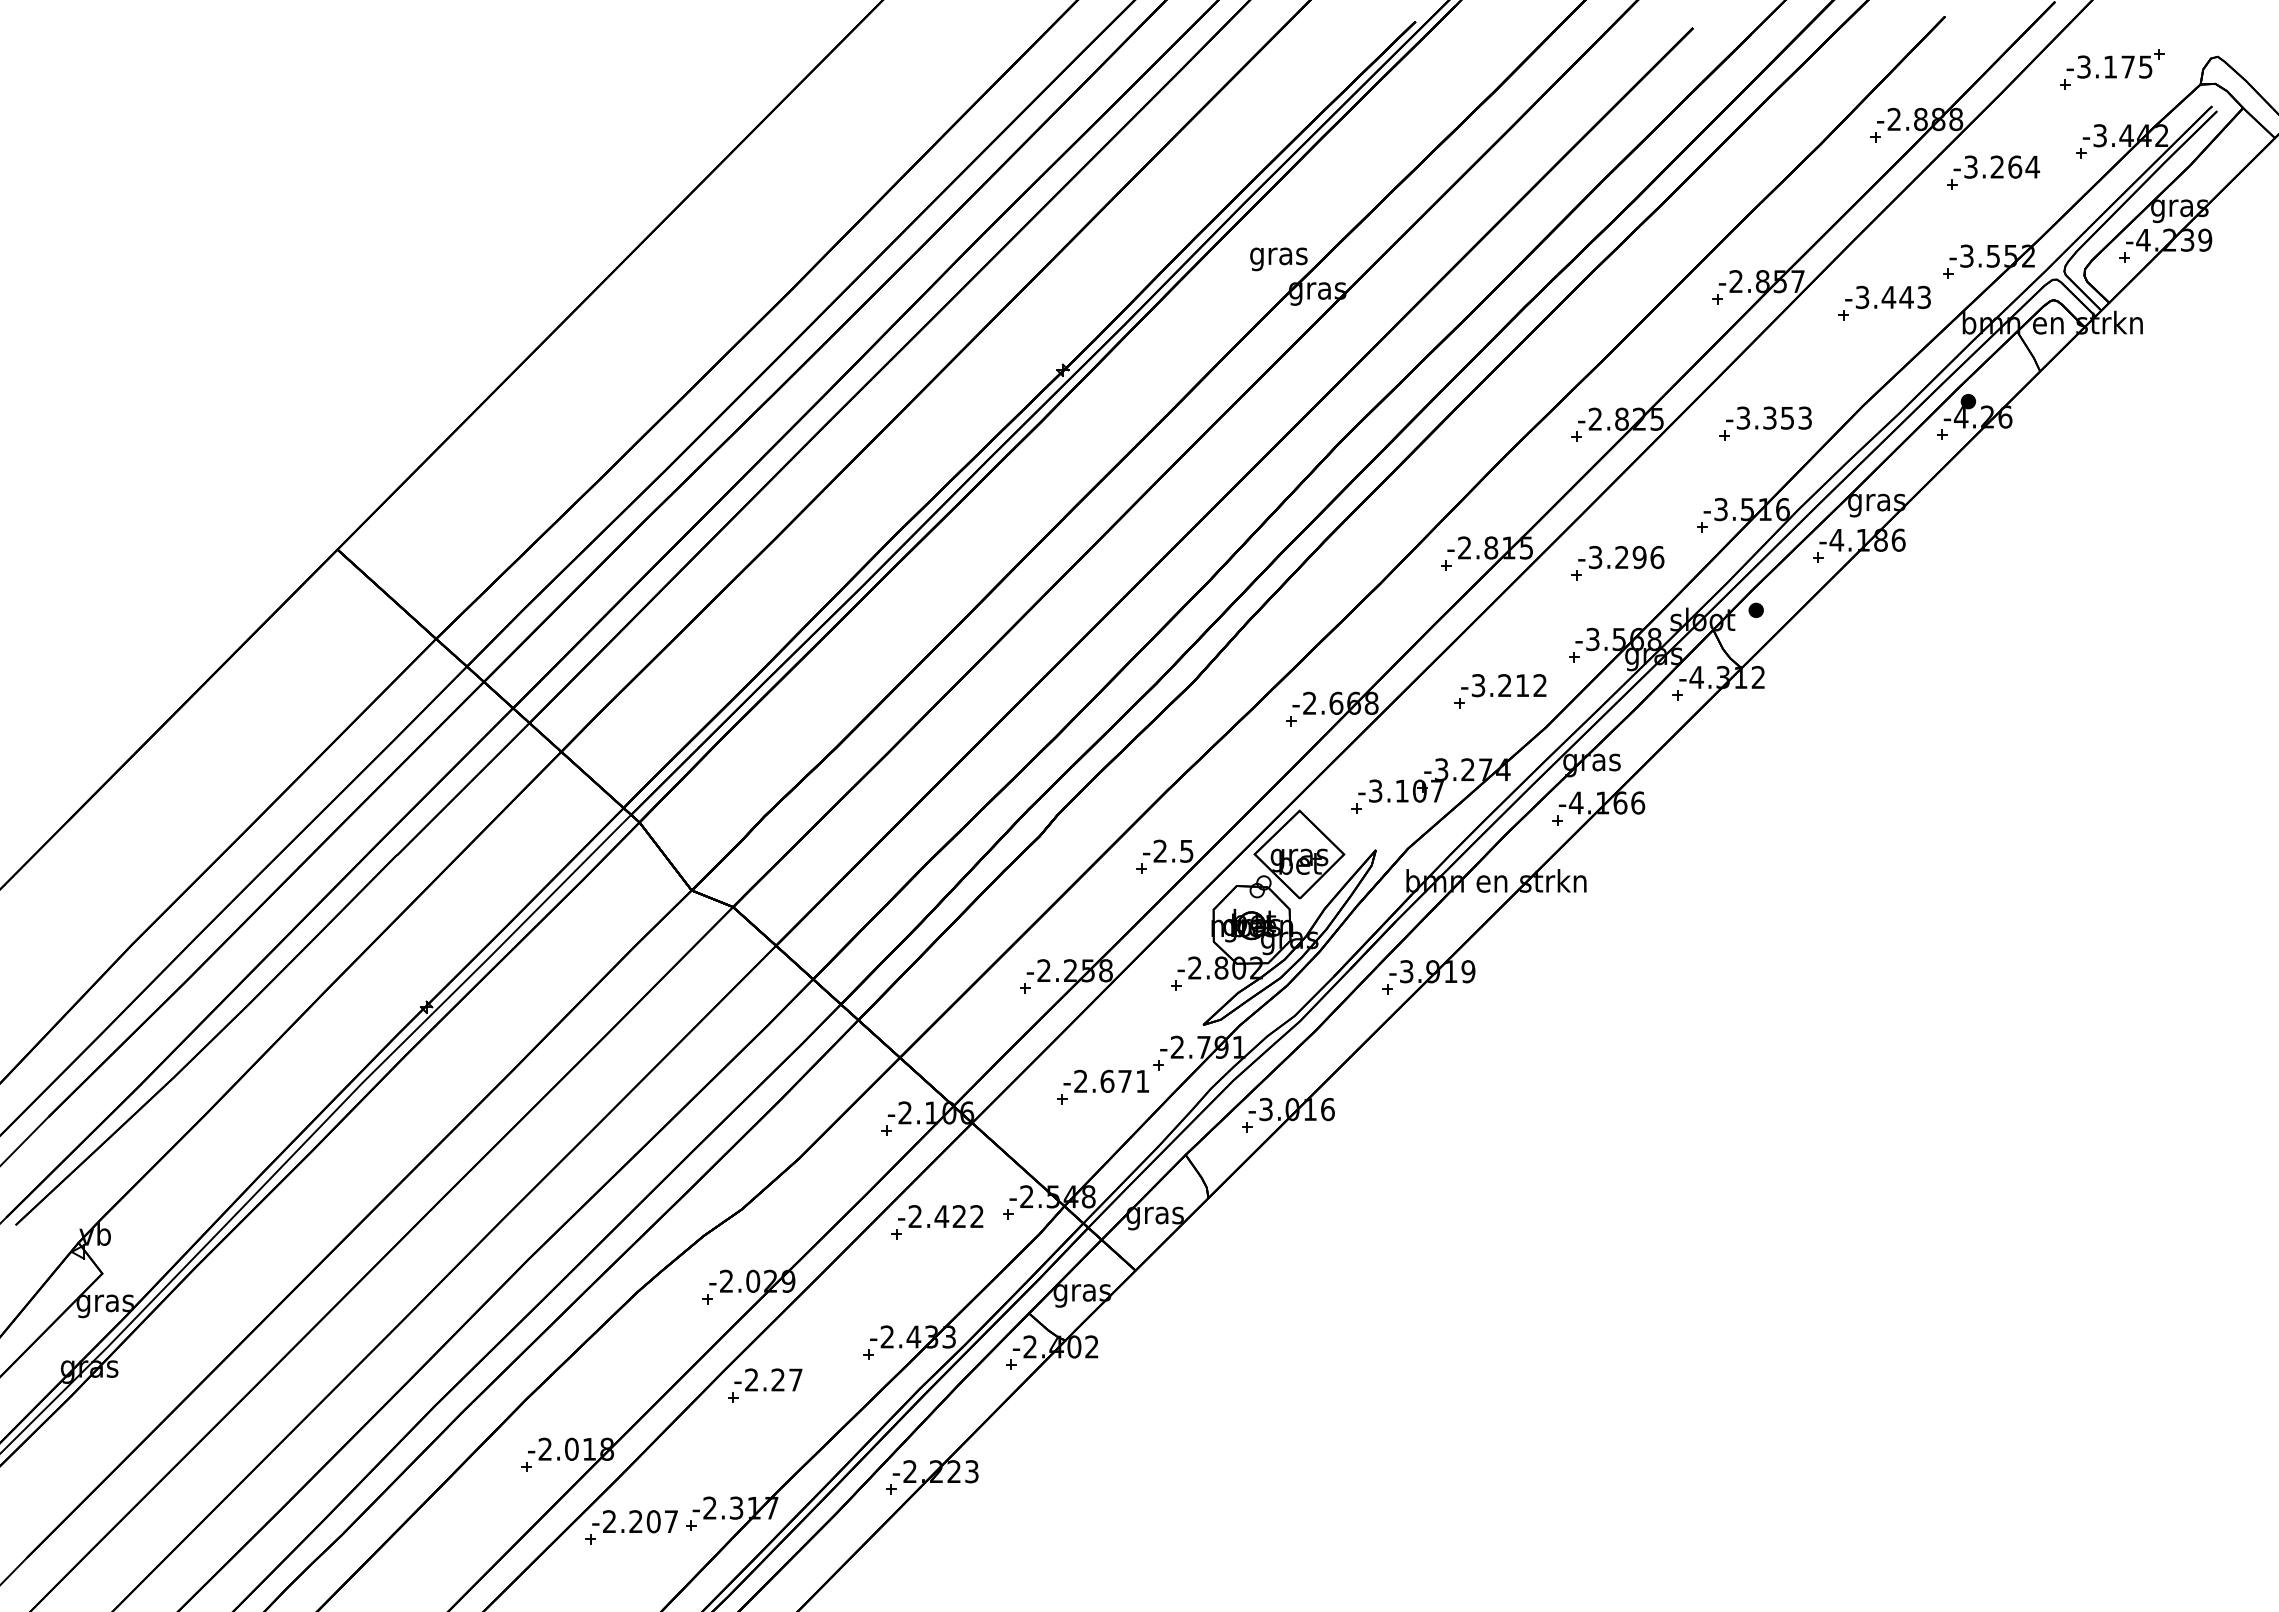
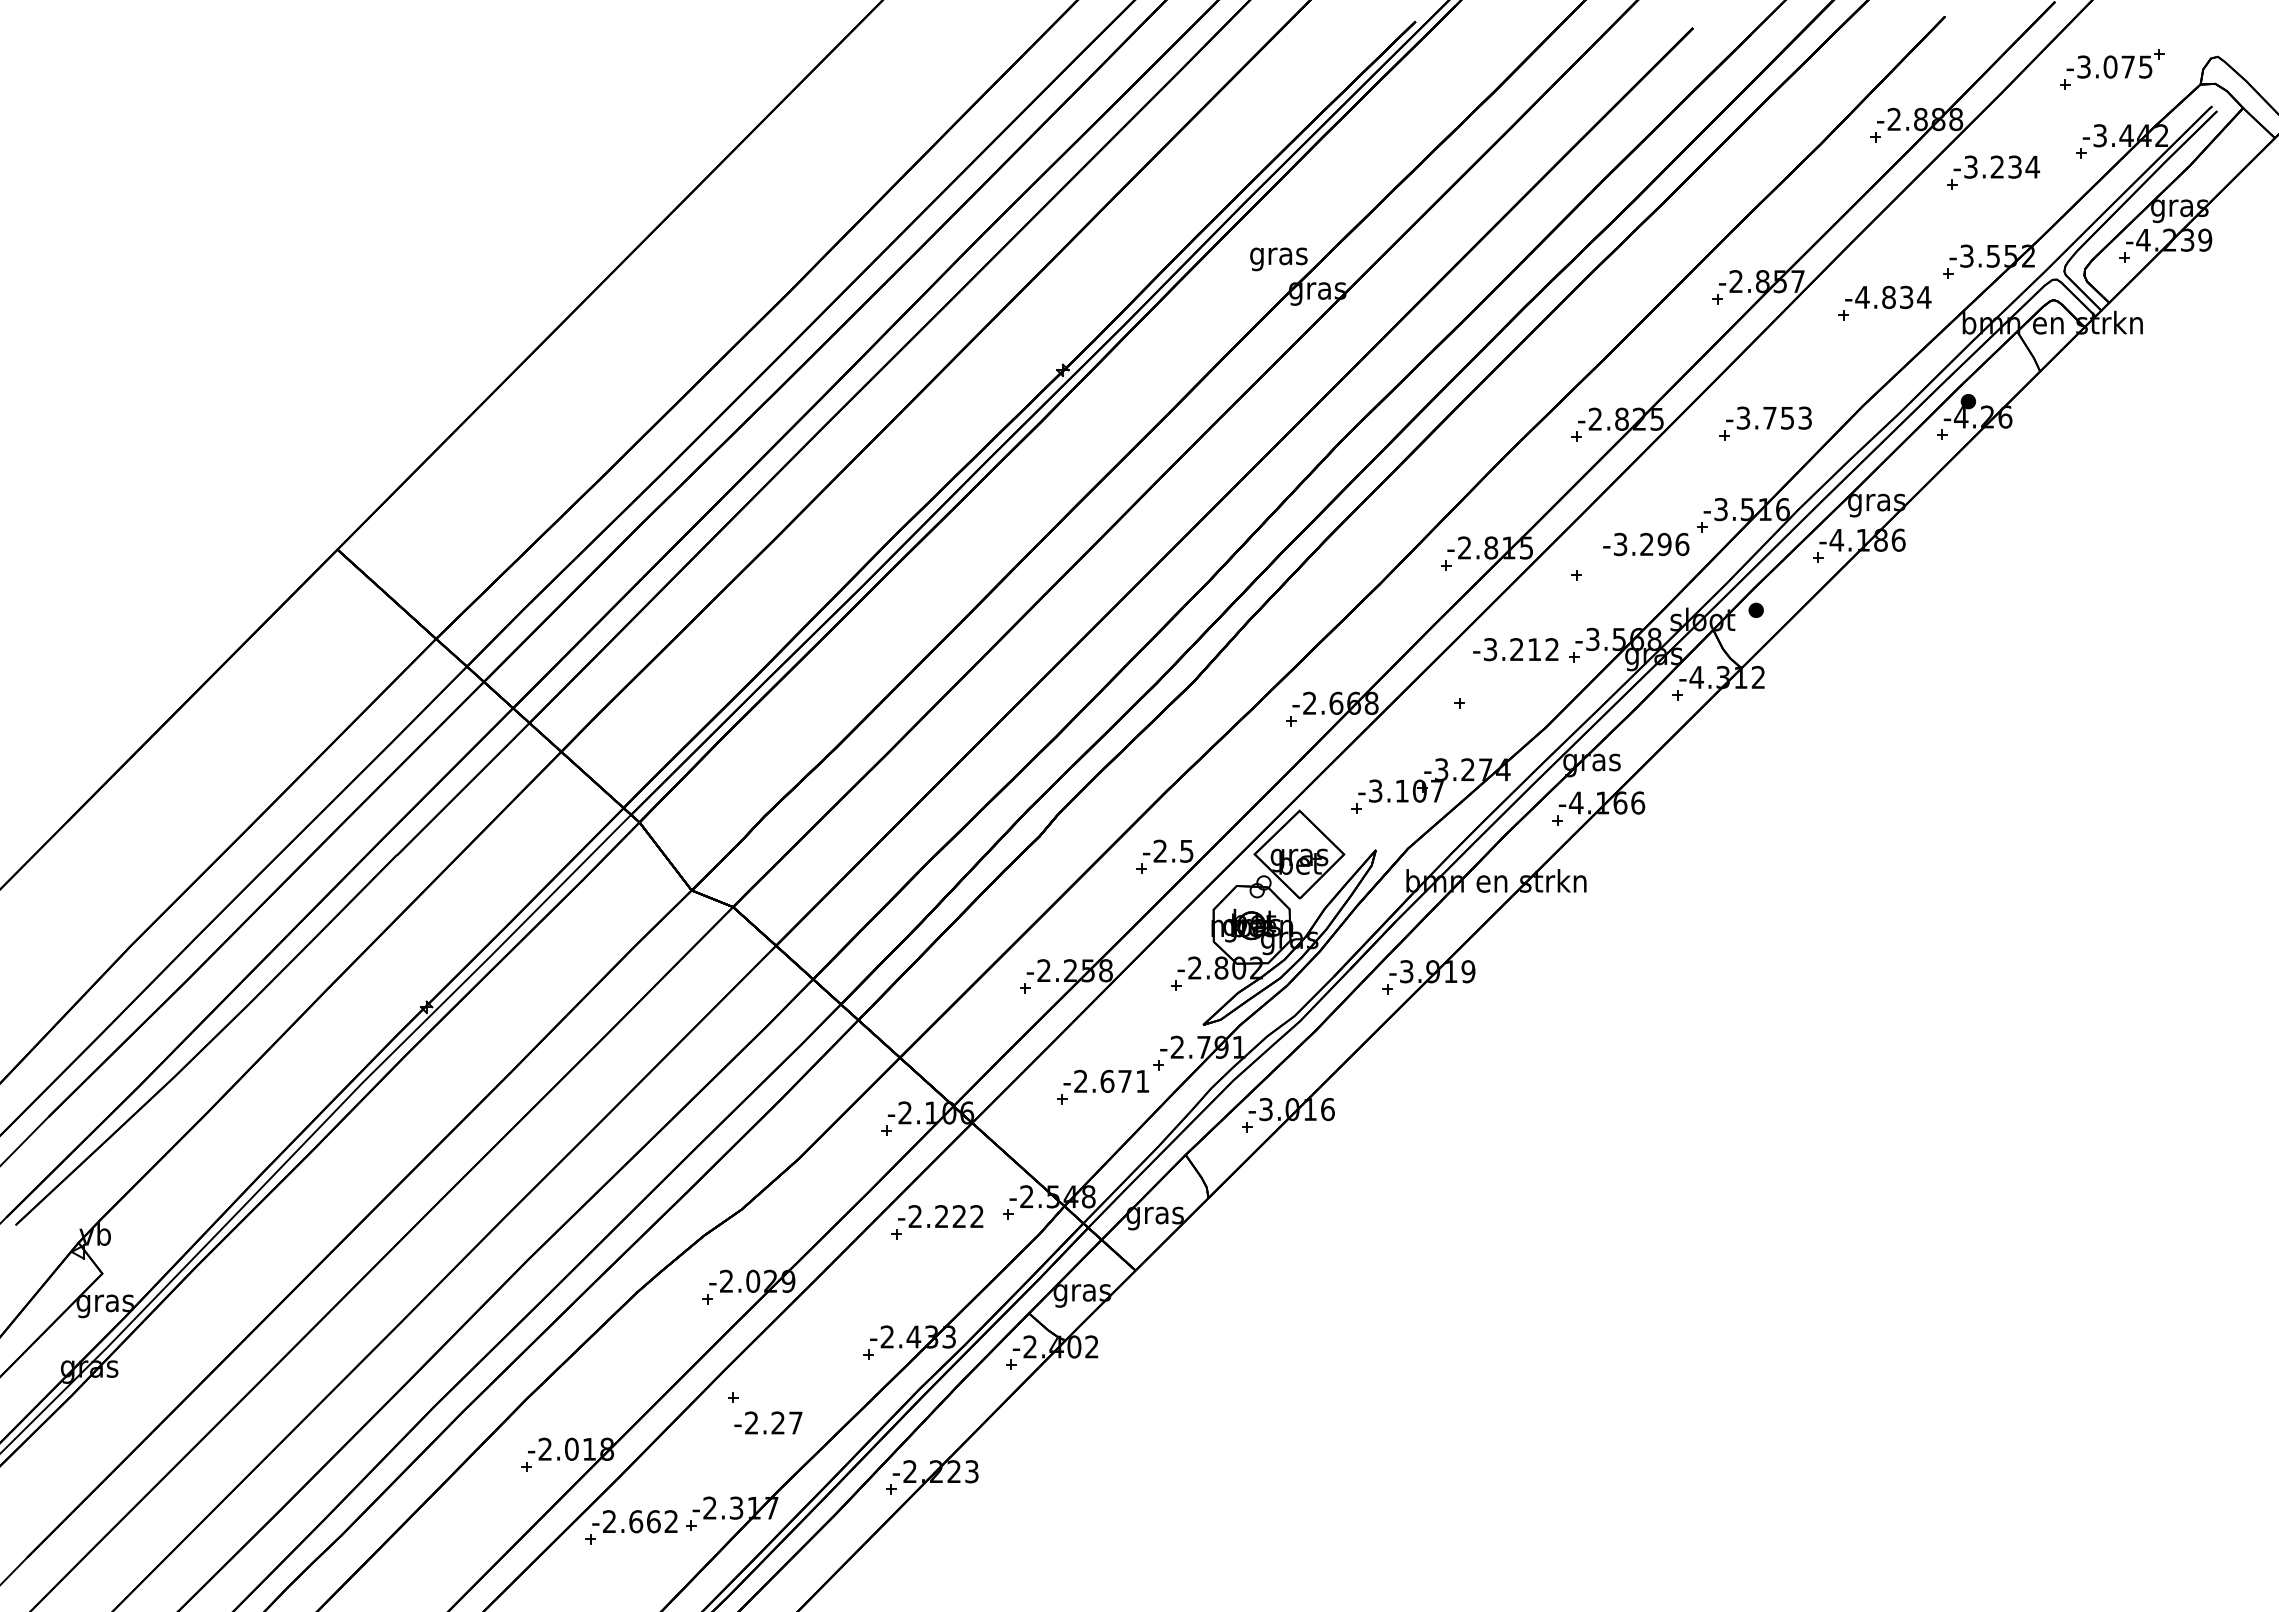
text at (2110, 66): -3.175 -> -3.075
text at (2015, 166): -3.264 -> -3.234
text at (1893, 297): -3.443 -> -4.834
text at (1769, 417): -3.353 -> -3.753
text at (1621, 557) position: (1621, 557) -> (1646, 544)
text at (1503, 685) position: (1503, 685) -> (1515, 649)
text at (941, 1216): -2.422 -> -2.222
text at (768, 1379) position: (768, 1379) -> (768, 1422)
text at (653, 1521): -2.207 -> -2.662
